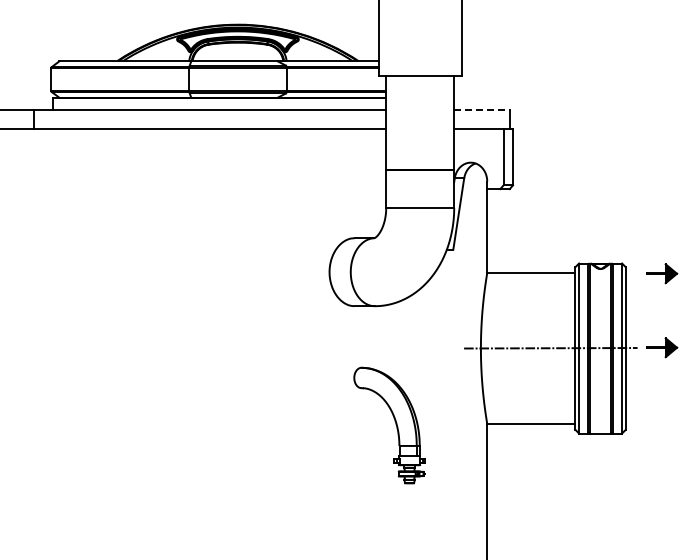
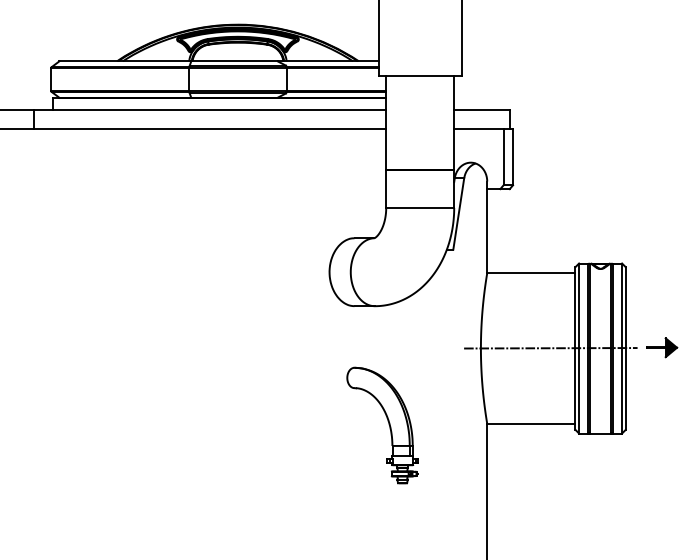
line at (482, 109): dashed -> solid
part at (662, 273): present -> none
part at (395, 424) position: (395, 424) -> (388, 424)
